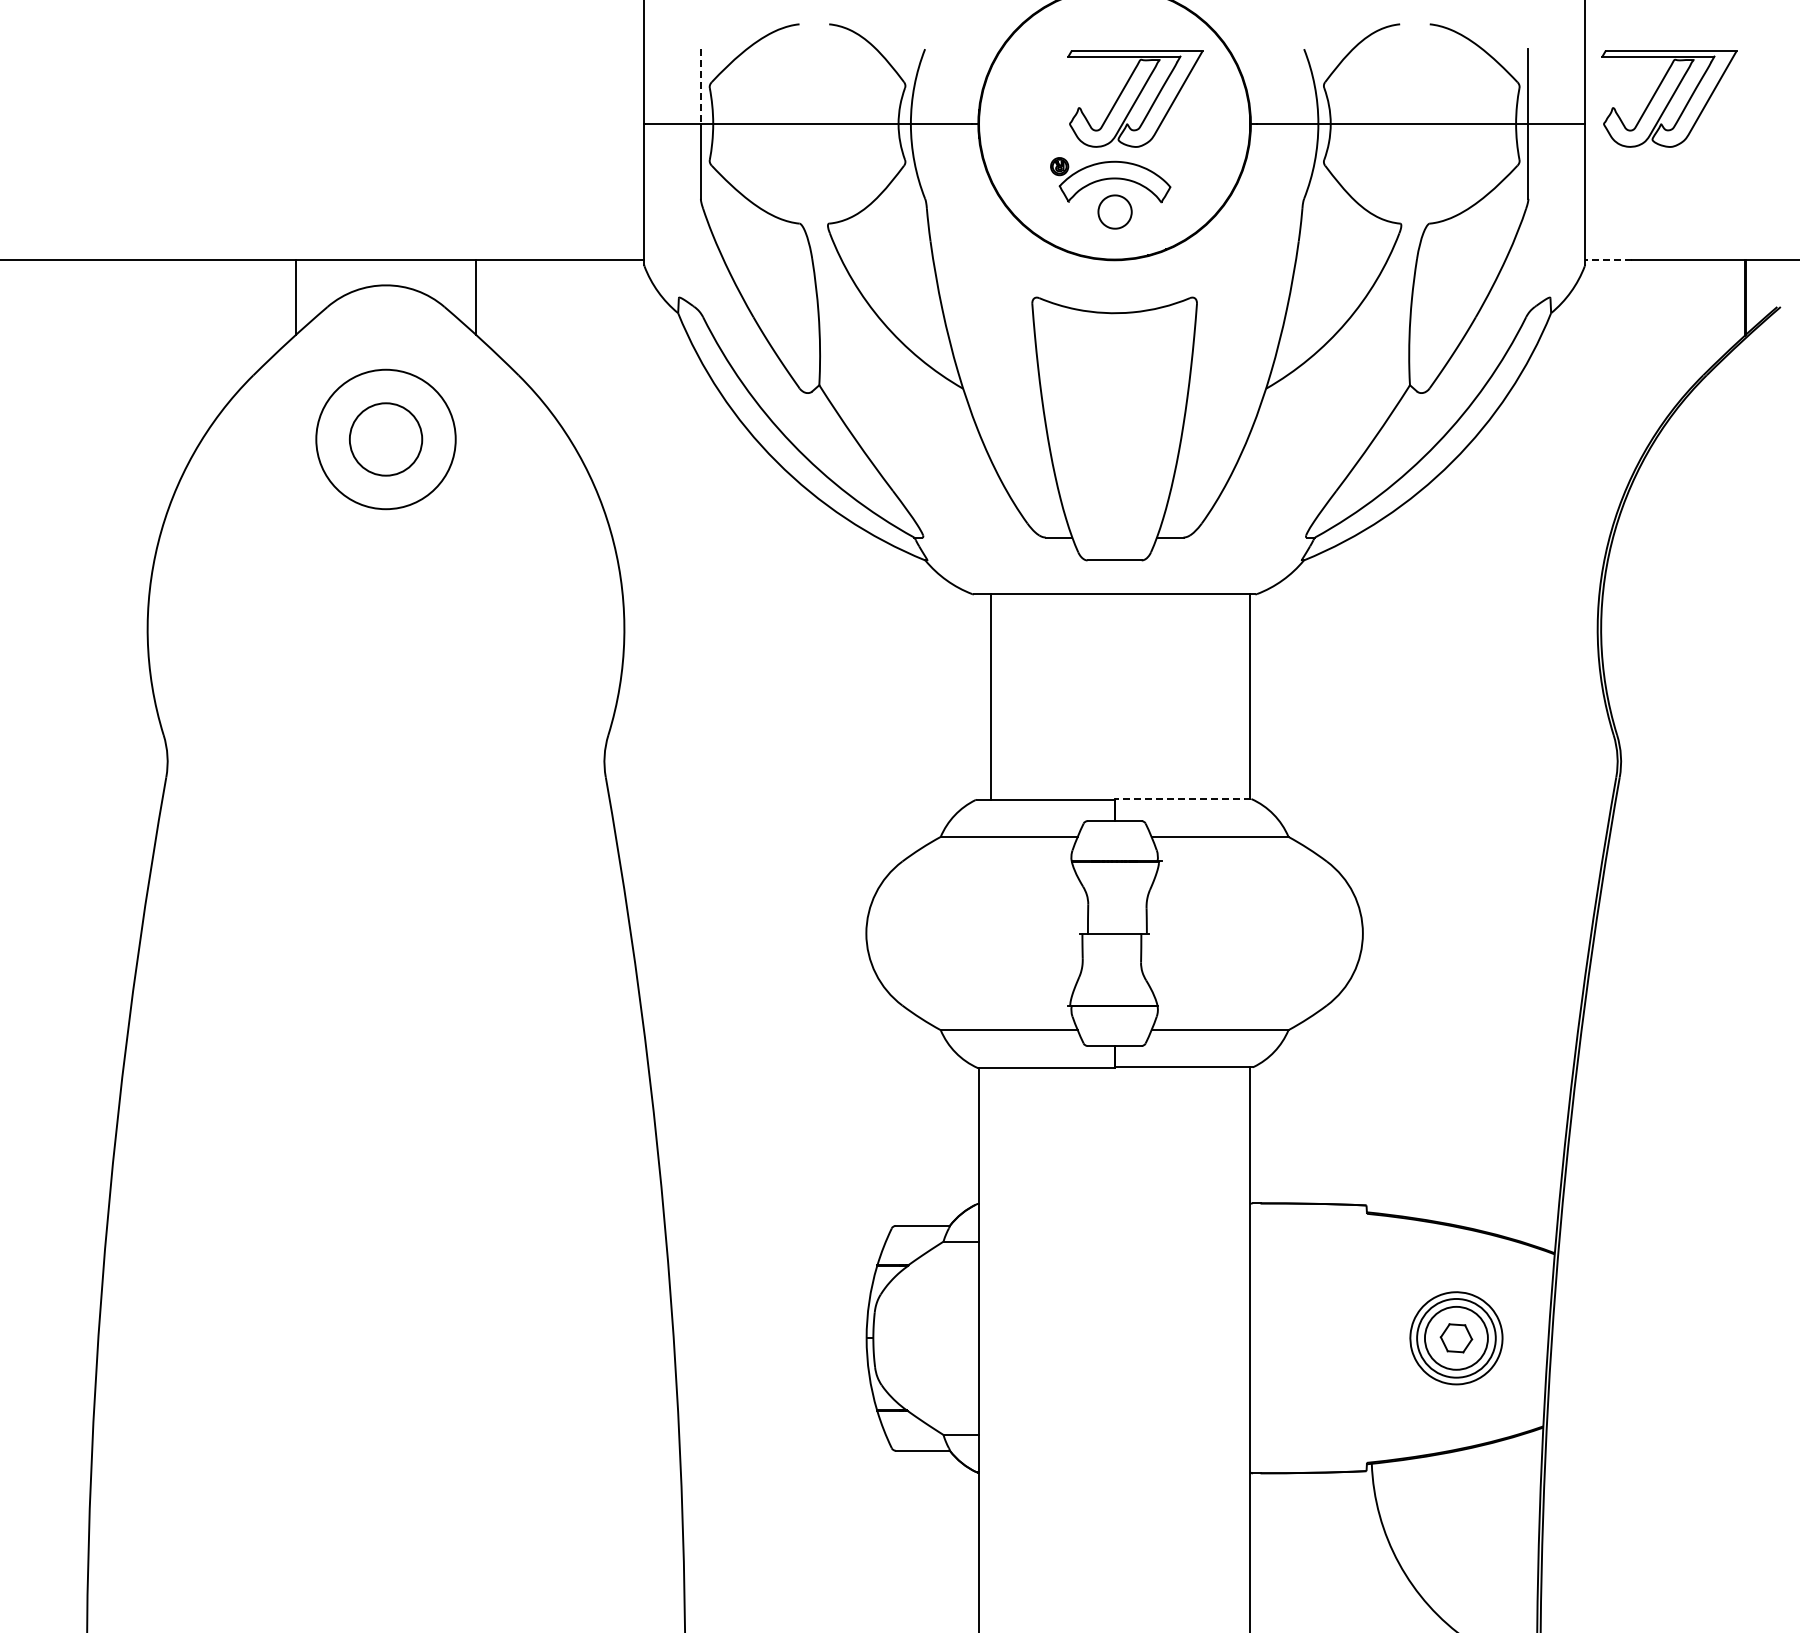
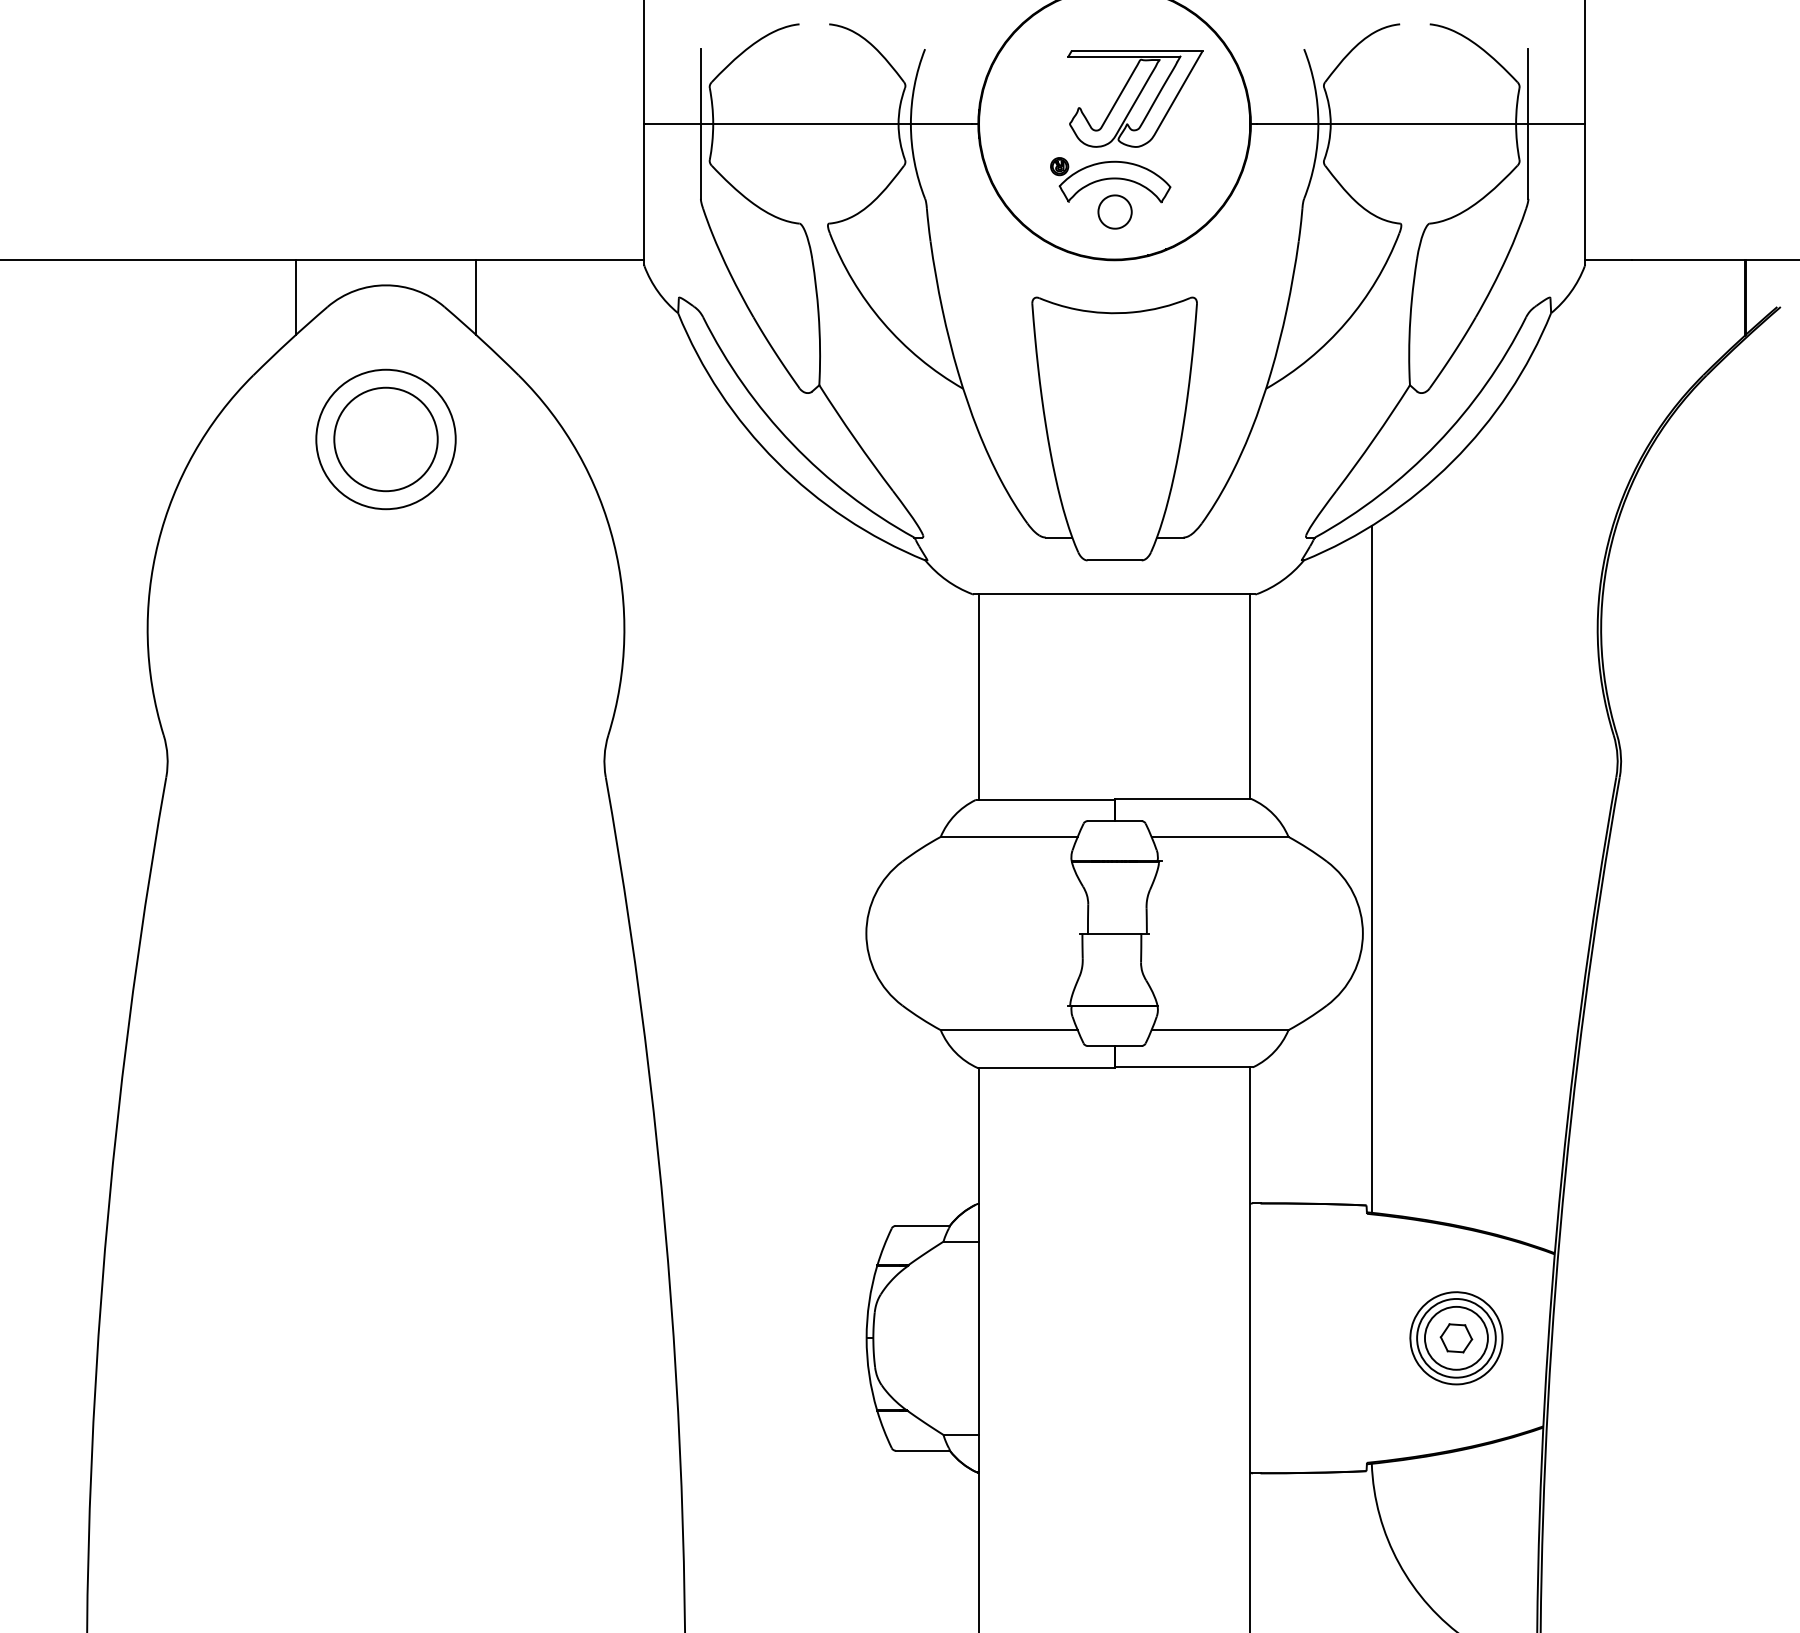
line at (700, 87): dashed -> solid
part at (1669, 98): present -> none
line at (1607, 259): dashed -> solid
circle at (385, 439) diameter: 72 px -> 103 px
line at (991, 696) position: (991, 696) -> (979, 696)
line at (1182, 799): dashed -> solid
line at (1371, 868): none -> present
